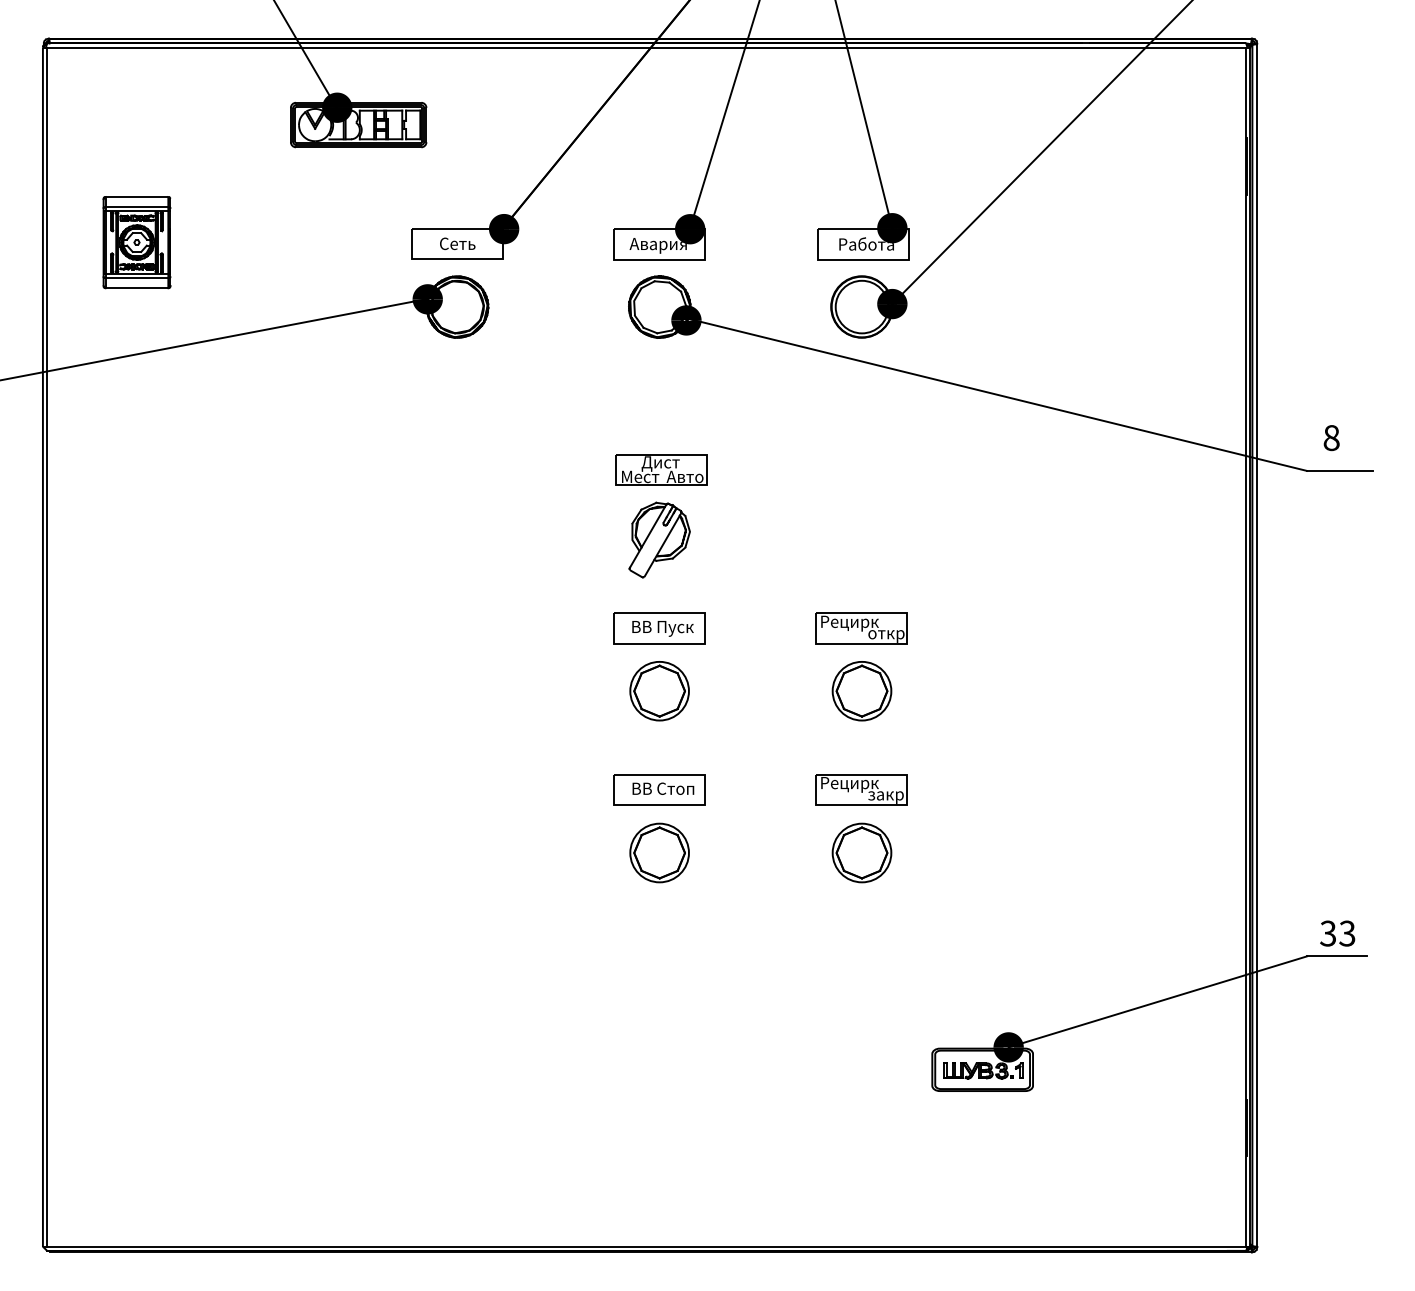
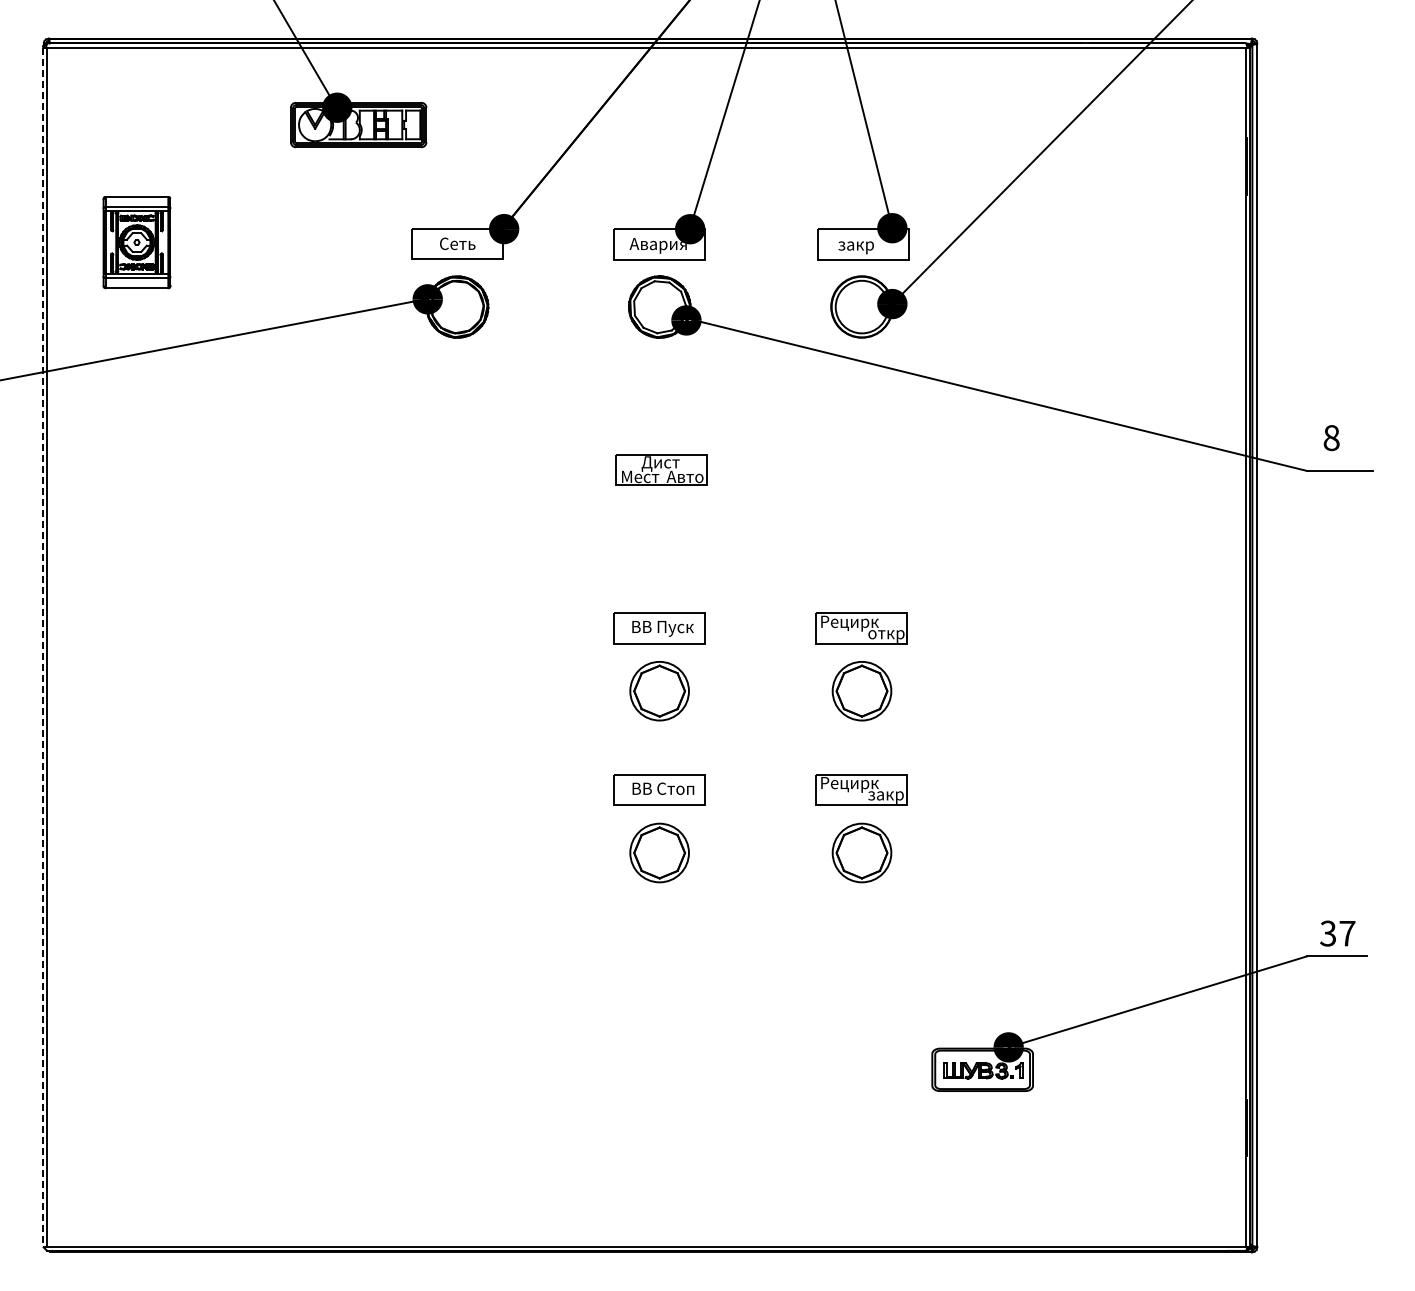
text at (865, 245): Работа -> закр
part at (659, 539): present -> none
line at (42, 651): solid -> dashed
text at (1347, 933): 33 -> 37
